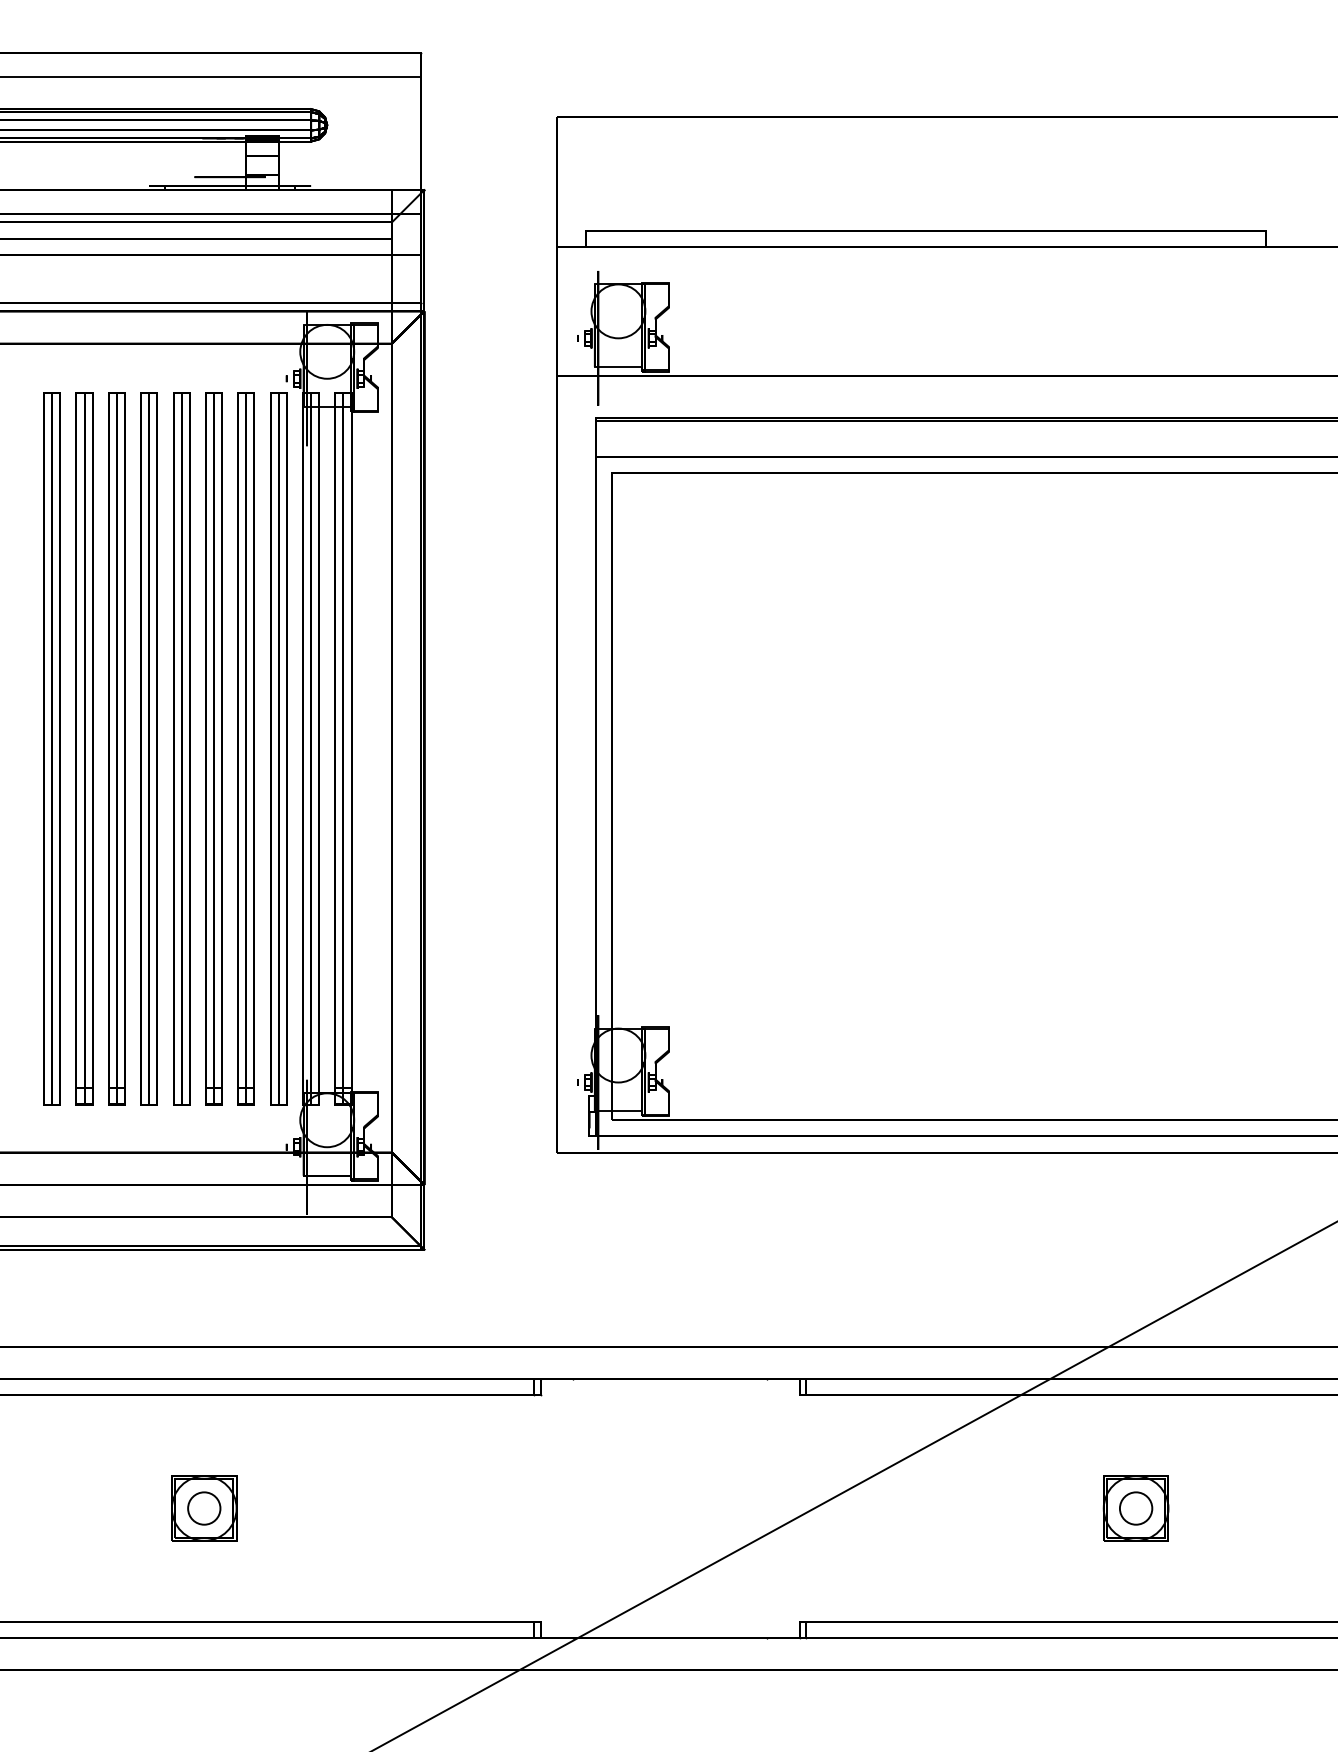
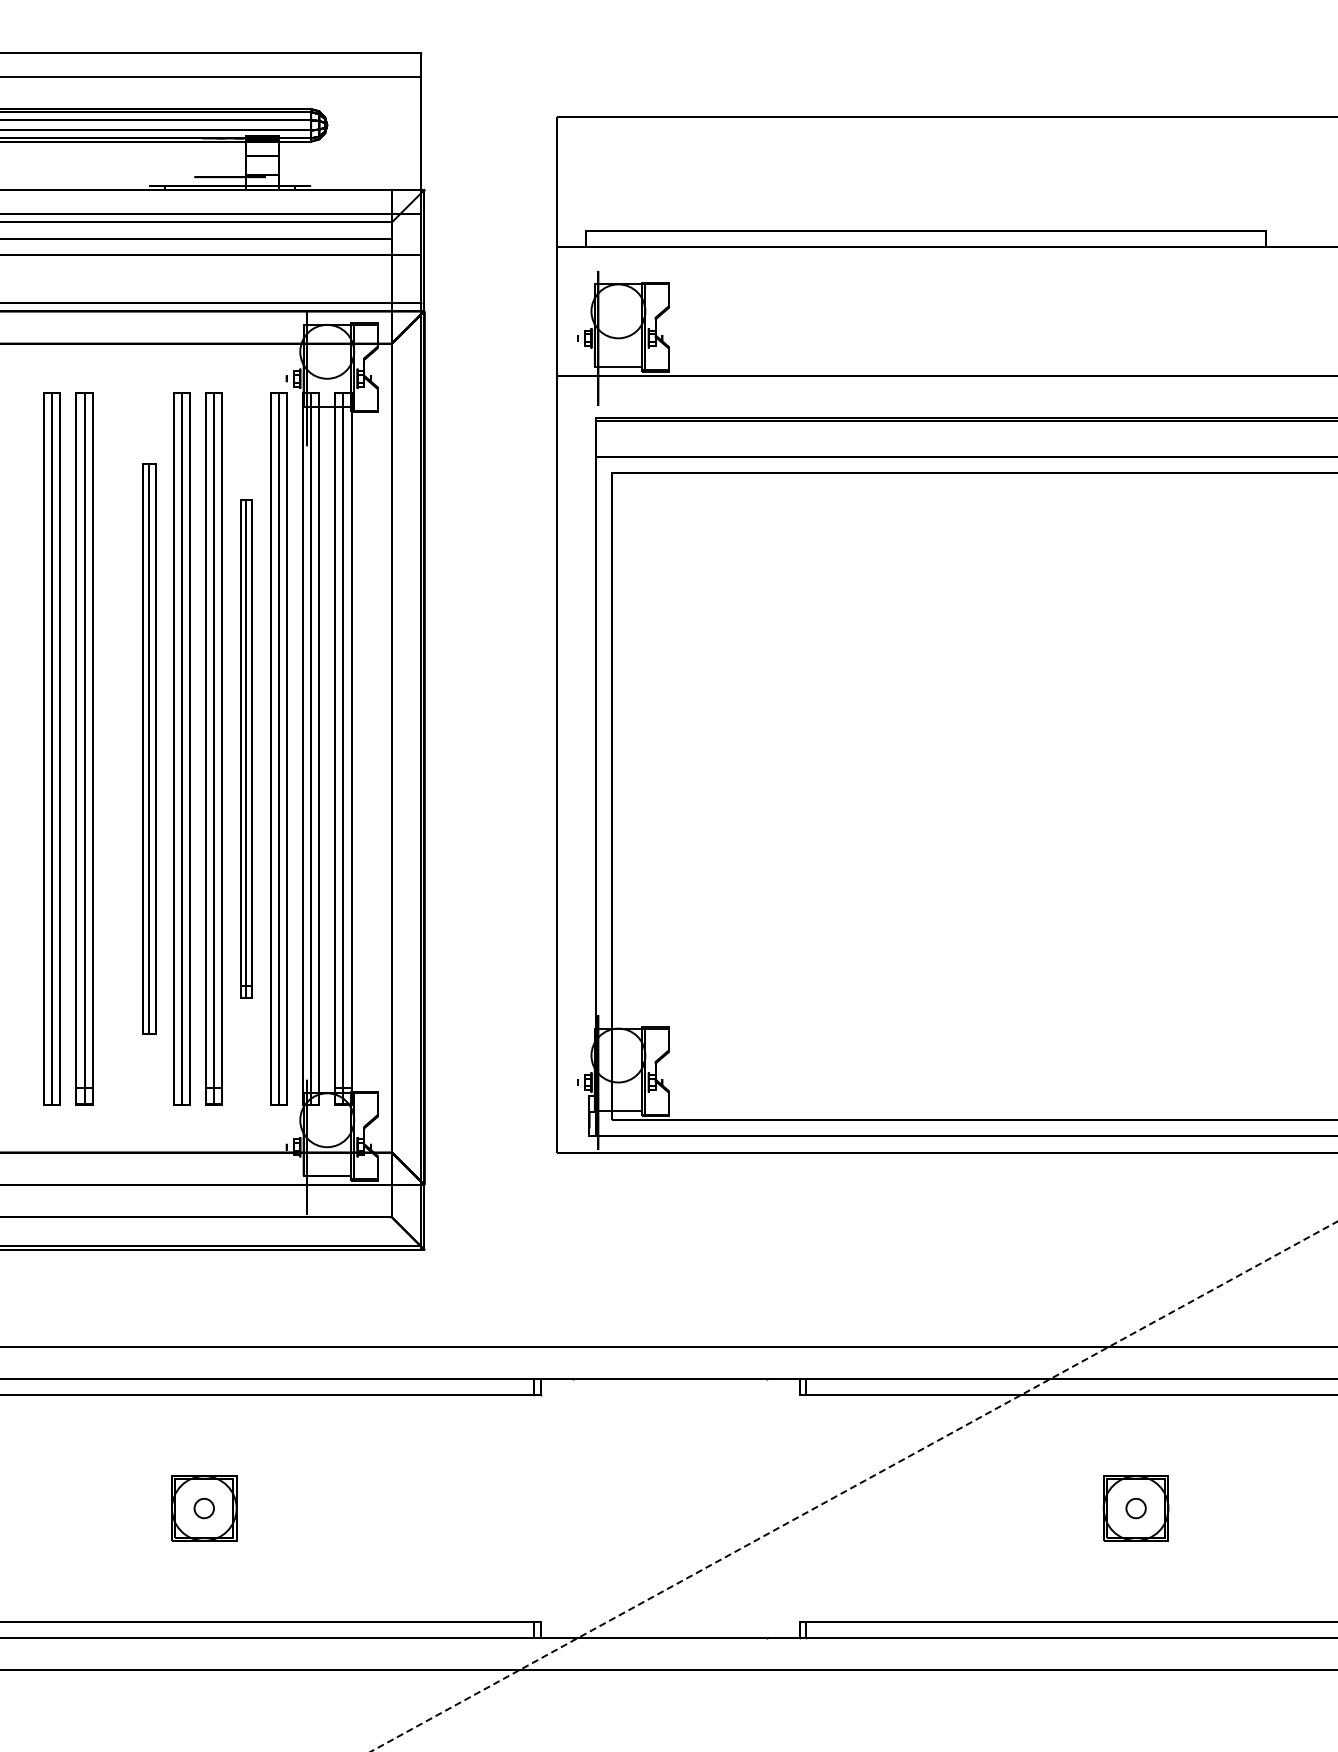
part at (116, 748): present -> none
part at (148, 748) size: 18x714 px -> 15x572 px
part at (245, 748) size: 18x714 px -> 13x500 px
line at (854, 1486): solid -> dashed
circle at (204, 1508) diameter: 32 px -> 19 px
circle at (1135, 1508) diameter: 32 px -> 19 px
